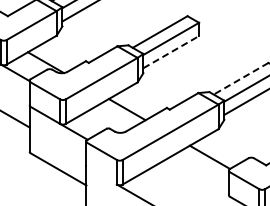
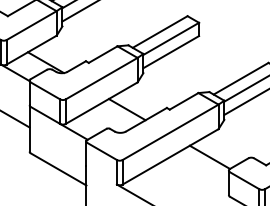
line at (171, 51): dashed -> solid
line at (241, 78): dashed -> solid
